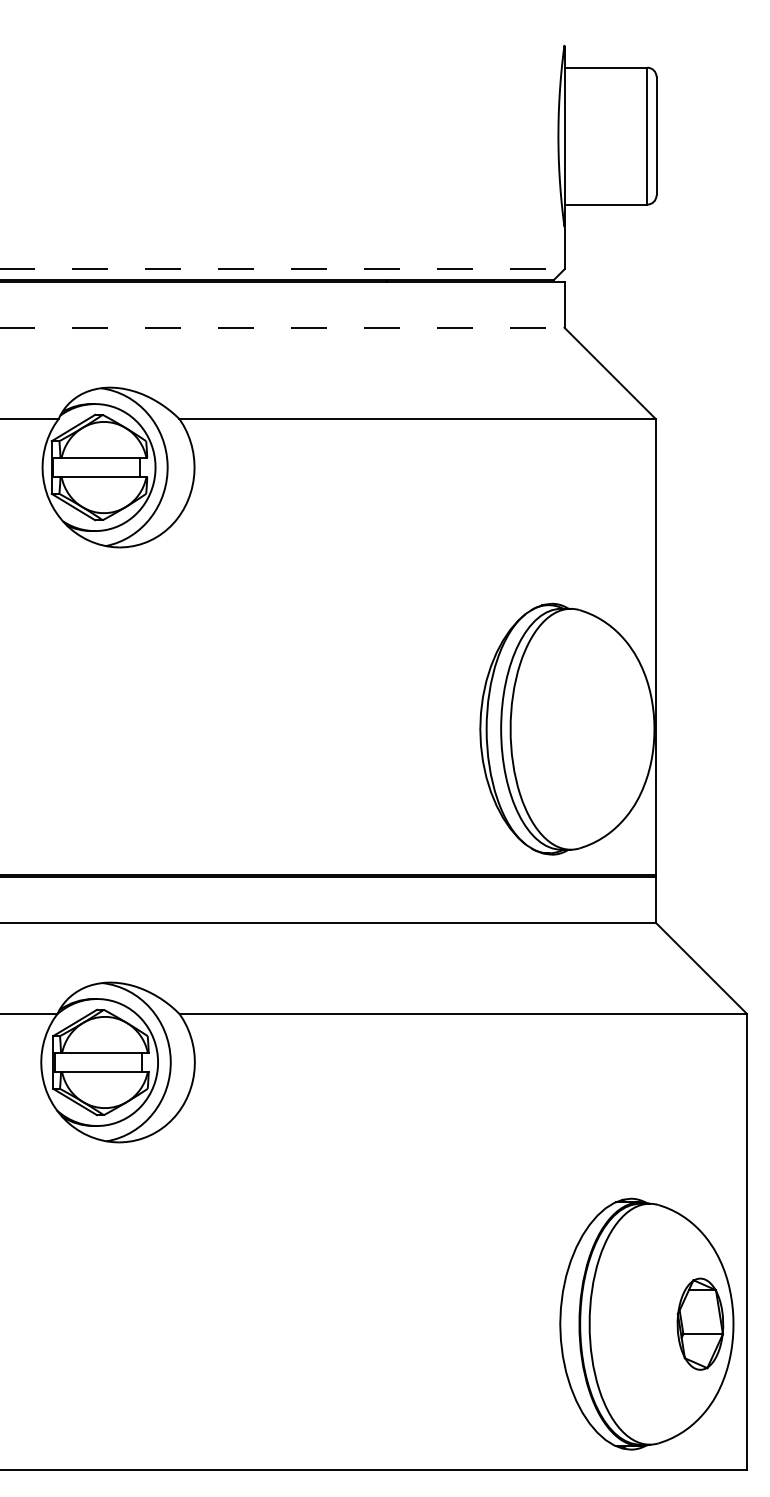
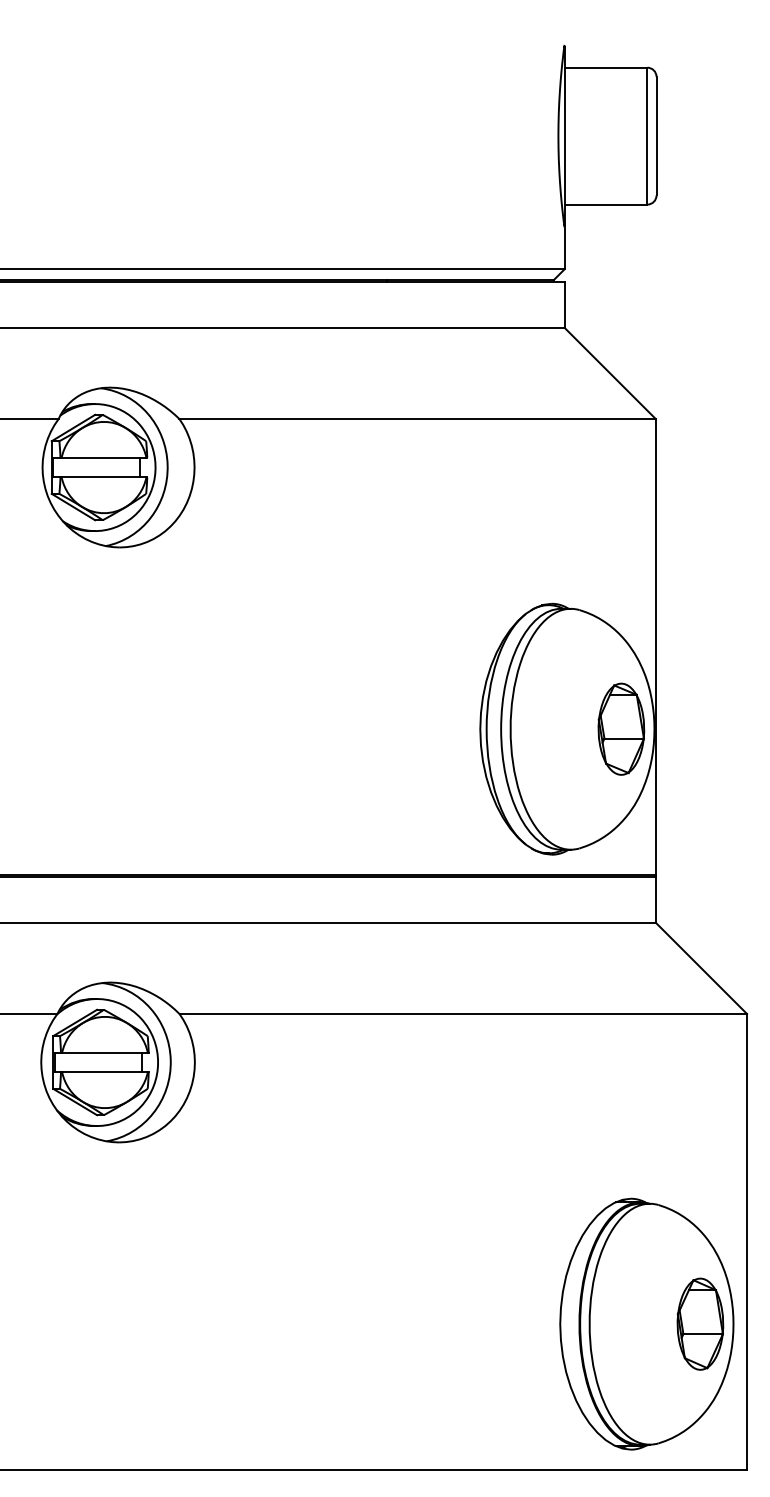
line at (282, 269): dashed -> solid
line at (282, 327): dashed -> solid
part at (621, 728): none -> present
